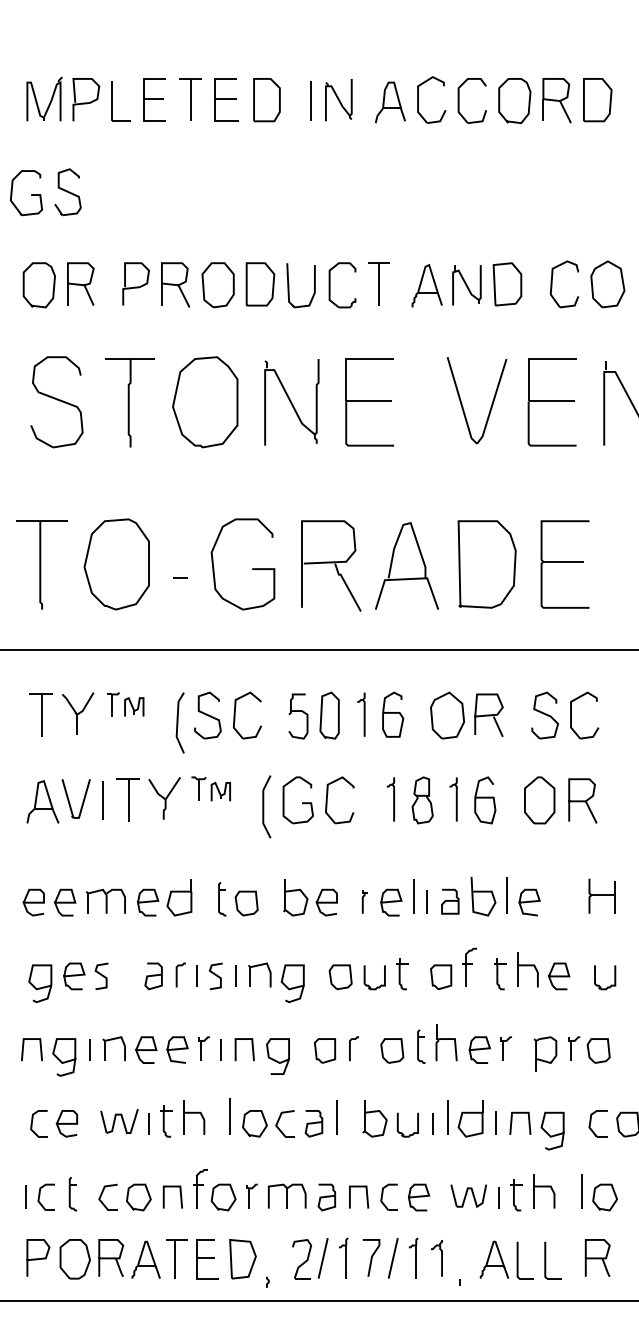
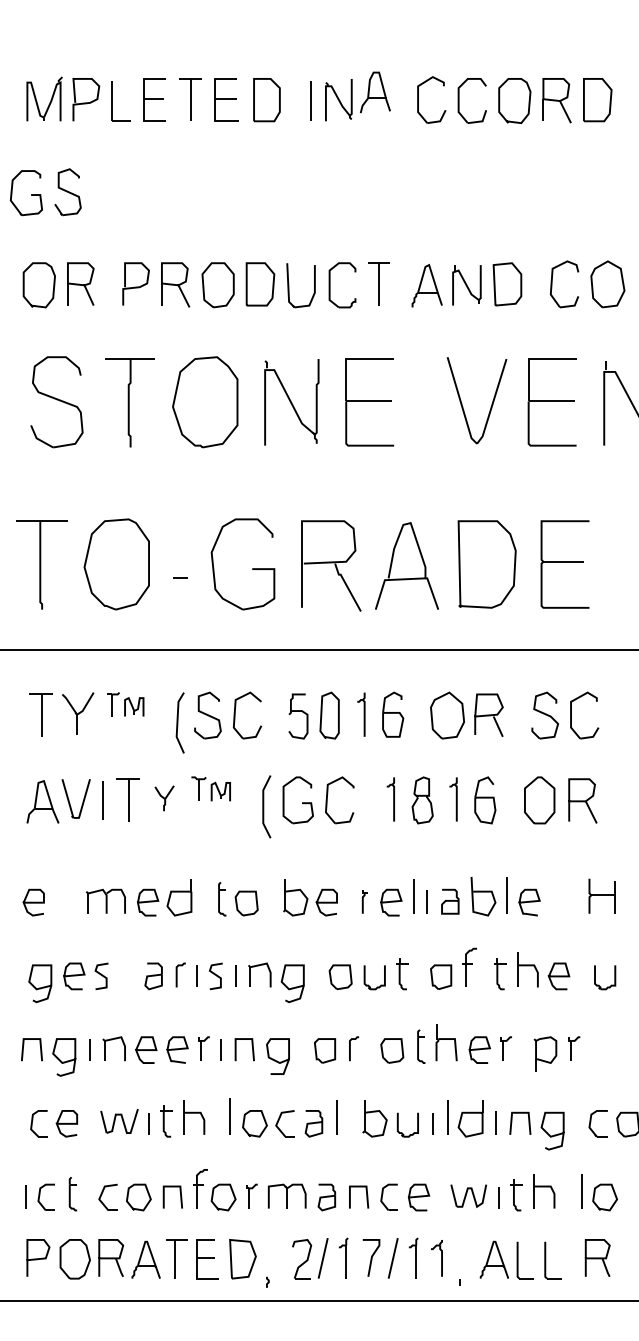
part at (390, 102) position: (390, 102) -> (375, 92)
part at (164, 798) size: 33x43 px -> 21x27 px
curve at (65, 902): present -> none
part at (598, 1050): present -> none
